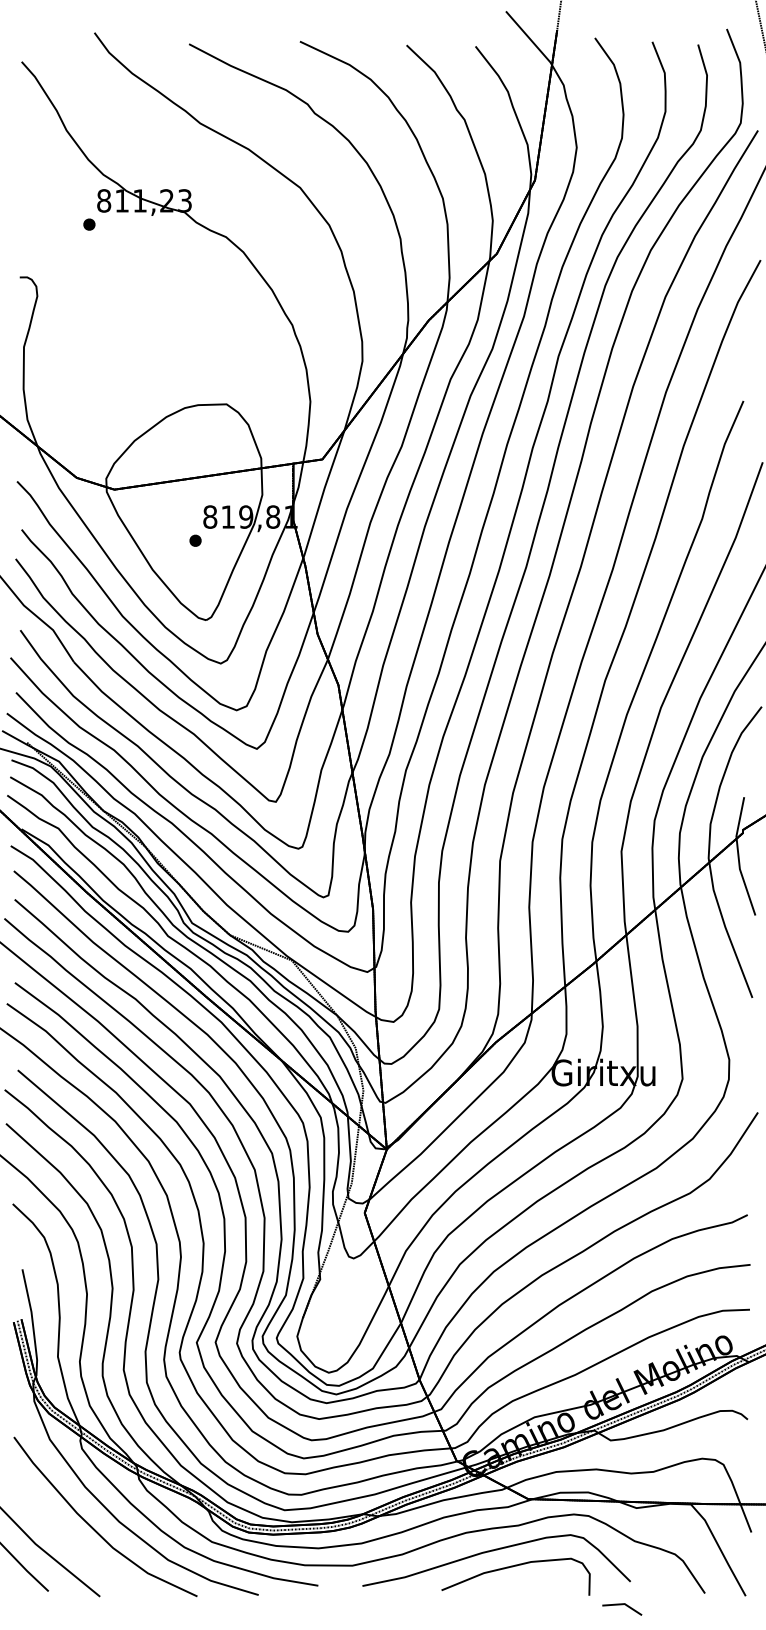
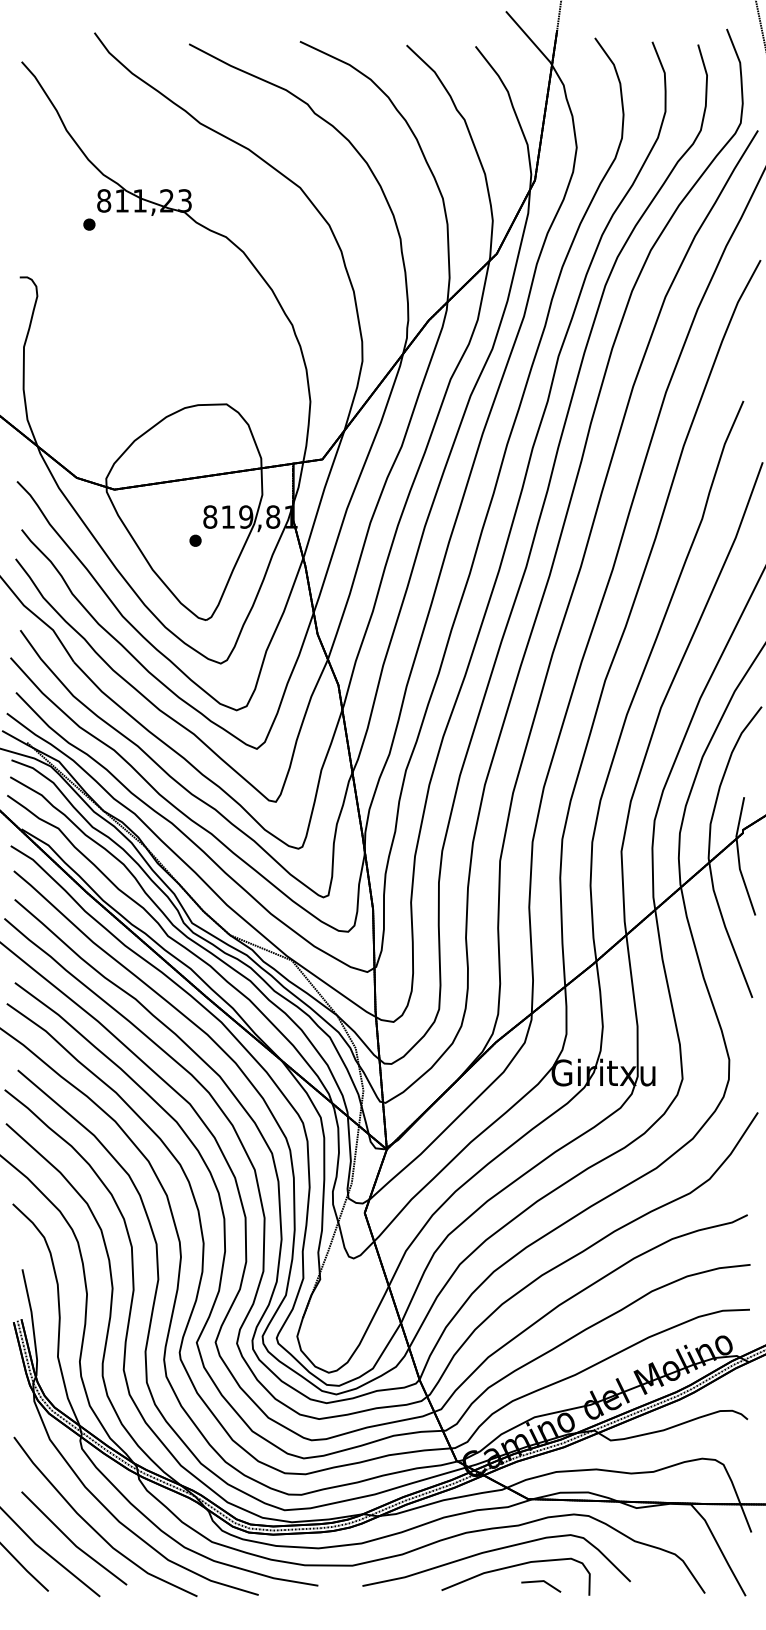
line at (71, 1540): none -> present
line at (622, 1605) position: (622, 1605) -> (541, 1582)
